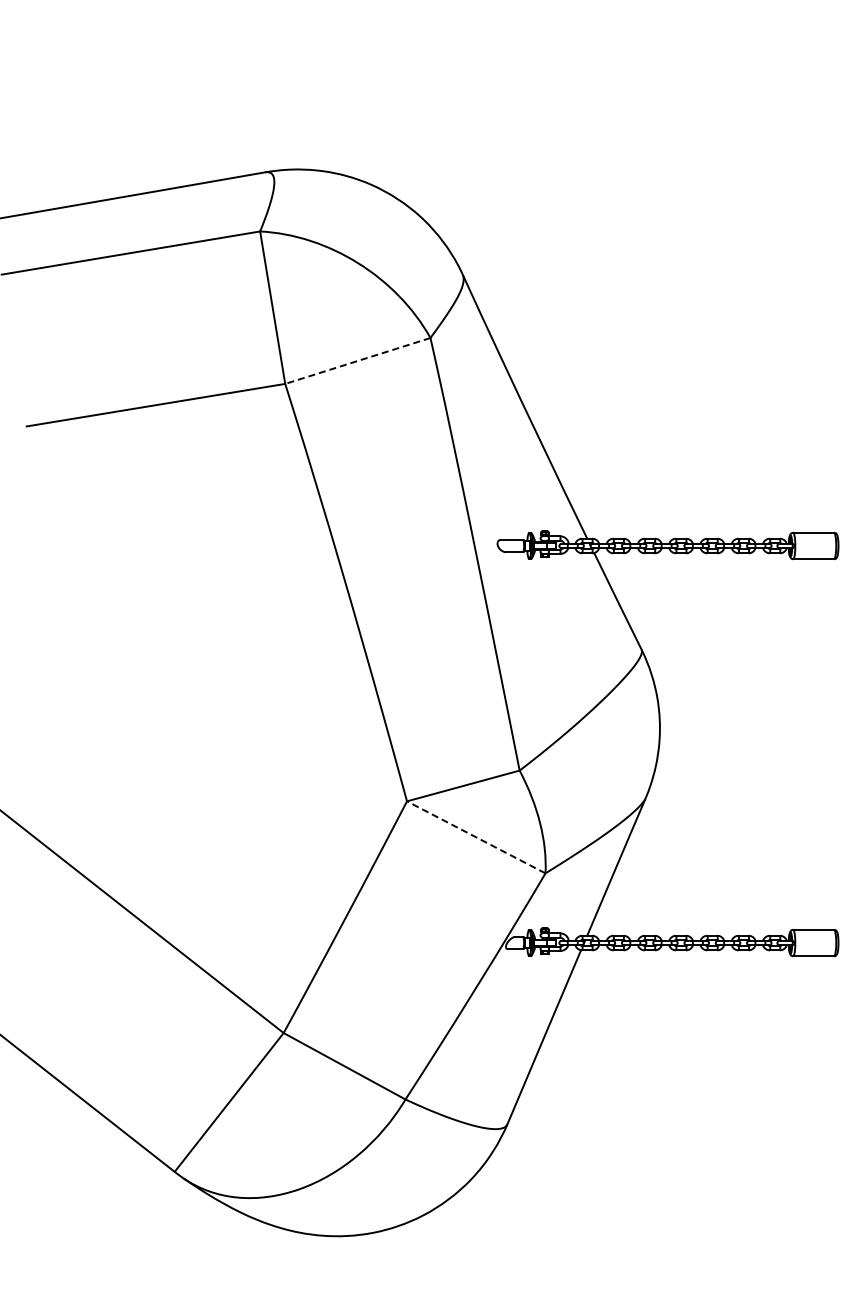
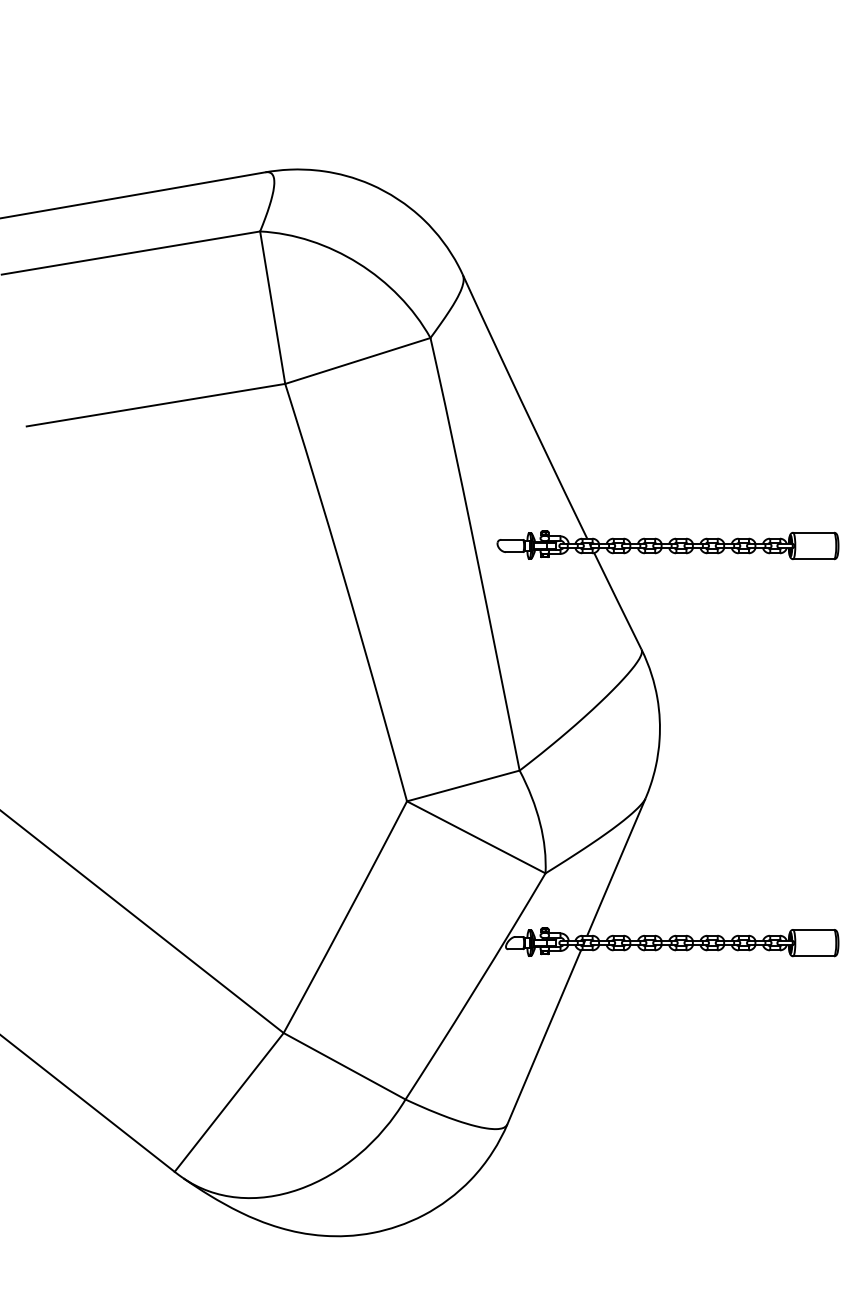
line at (357, 361): dashed -> solid
line at (475, 837): dashed -> solid
